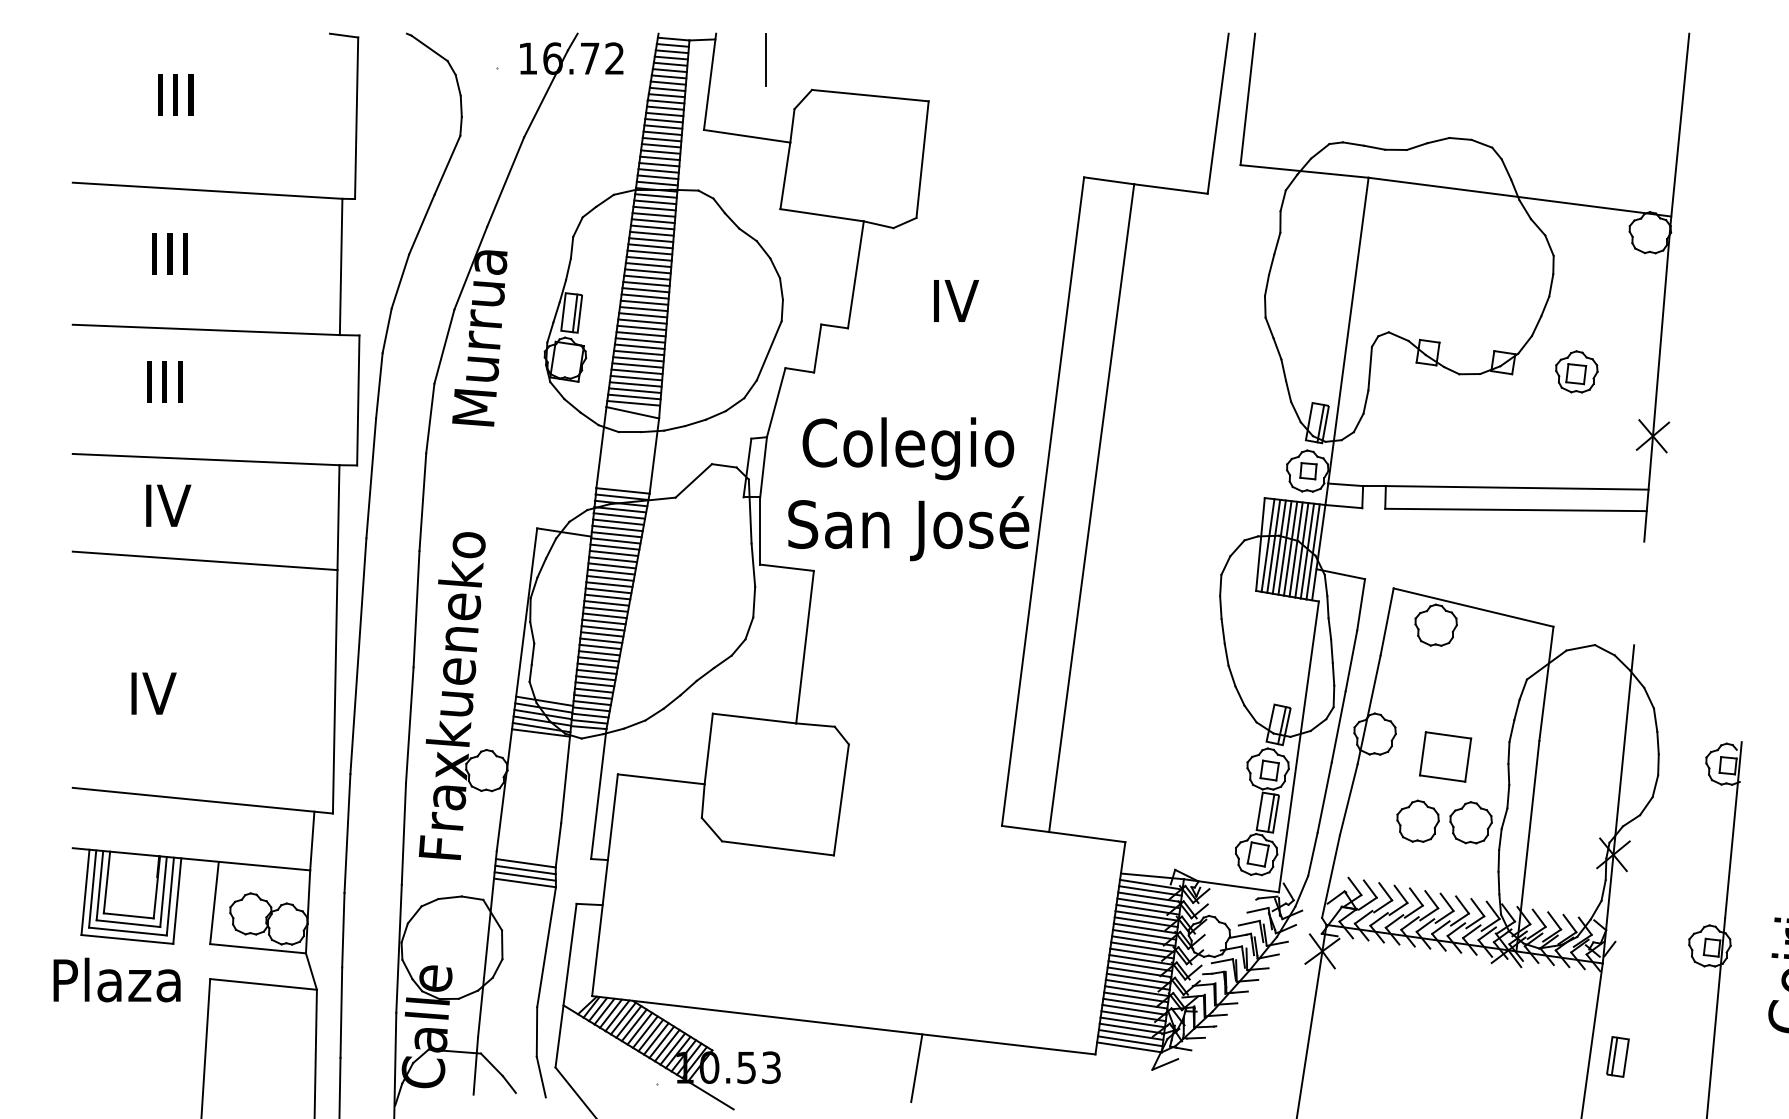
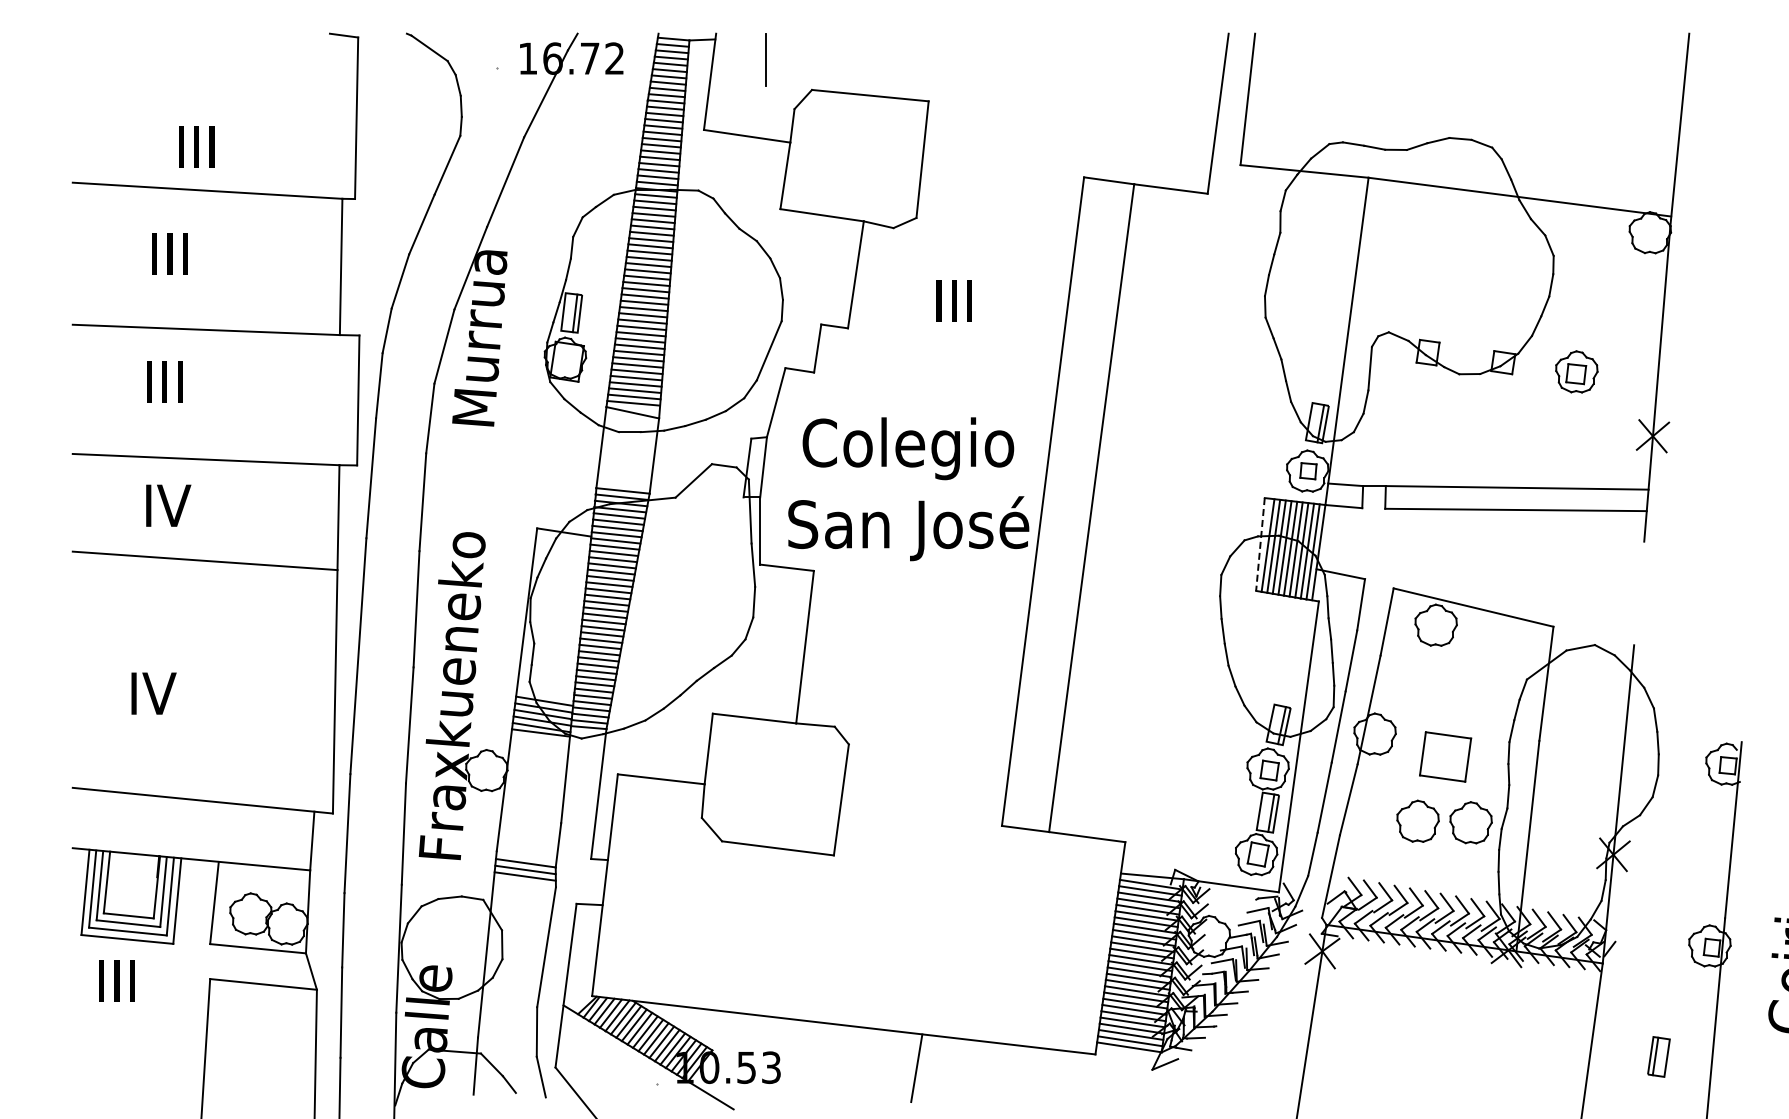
text at (175, 94) position: (175, 94) -> (196, 146)
text at (956, 300): IV -> III
line at (1260, 544): solid -> dashed
line at (524, 882): present -> none
text at (116, 979): Plaza -> III
part at (1617, 1056) position: (1617, 1056) -> (1658, 1056)
